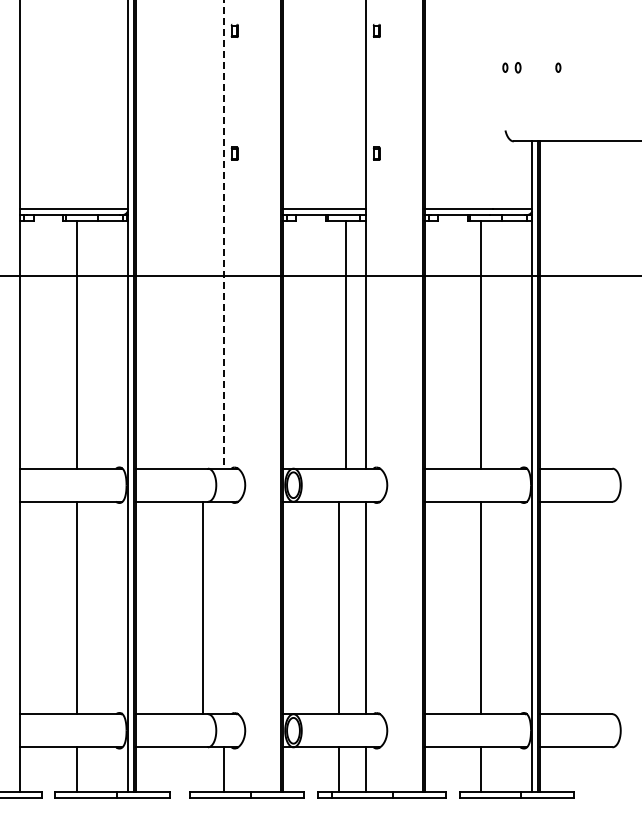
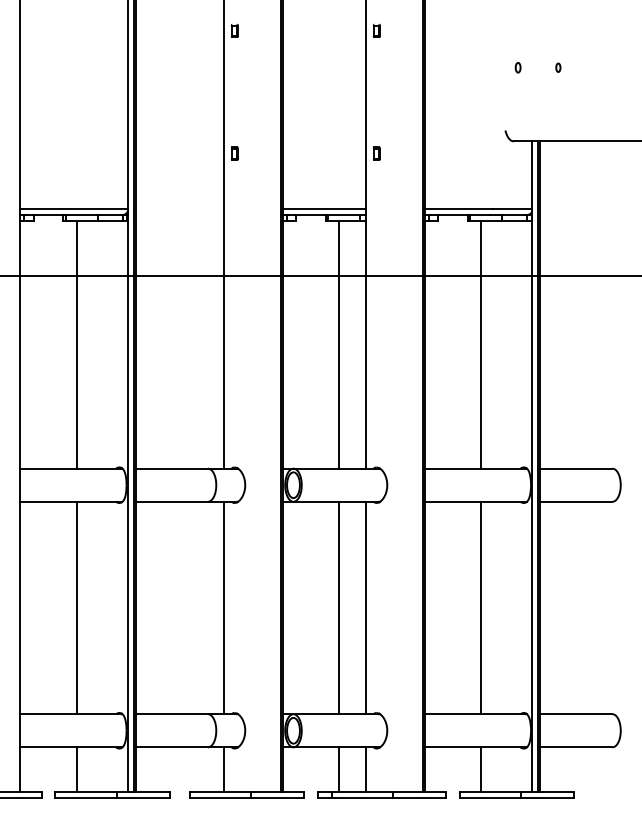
part at (505, 67): present -> none
line at (223, 234): dashed -> solid
line at (346, 344) position: (346, 344) -> (339, 344)
line at (202, 607) position: (202, 607) -> (223, 607)
